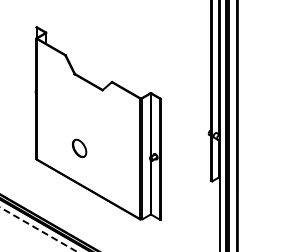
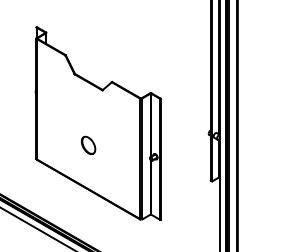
part at (79, 148) position: (79, 148) -> (88, 145)
line at (39, 230): dashed -> solid
